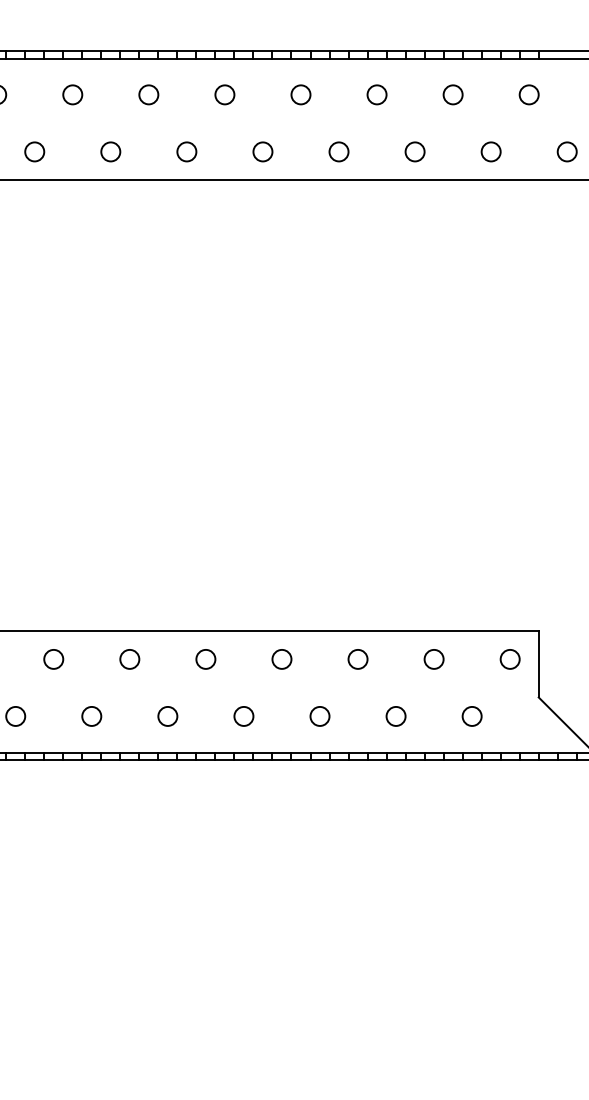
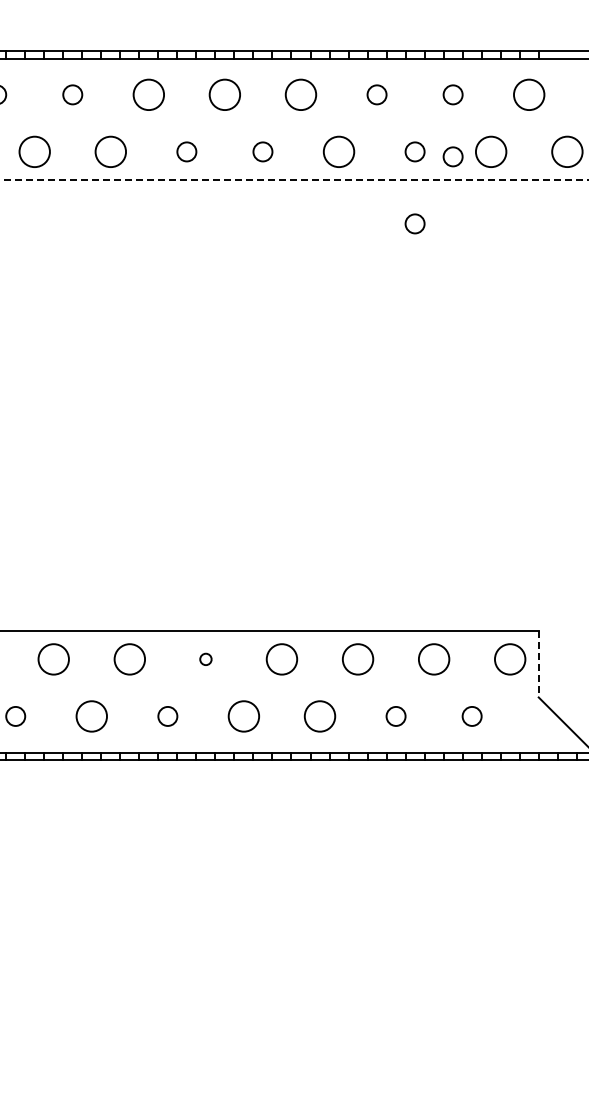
circle at (148, 94) diameter: 19 px -> 30 px
circle at (224, 94) diameter: 19 px -> 30 px
circle at (300, 94) diameter: 19 px -> 30 px
circle at (528, 94) diameter: 19 px -> 30 px
circle at (34, 151) diameter: 19 px -> 30 px
circle at (110, 151) diameter: 19 px -> 30 px
circle at (338, 151) diameter: 19 px -> 30 px
circle at (490, 151) diameter: 19 px -> 30 px
circle at (566, 151) size: 22x22 px -> 33x33 px
circle at (452, 156): none -> present
line at (293, 180): solid -> dashed
circle at (414, 223): none -> present
circle at (53, 658) diameter: 19 px -> 30 px
circle at (129, 658) diameter: 19 px -> 30 px
circle at (281, 658) diameter: 19 px -> 30 px
circle at (357, 658) diameter: 19 px -> 30 px
circle at (433, 658) diameter: 19 px -> 30 px
circle at (509, 658) diameter: 19 px -> 30 px
circle at (205, 659) size: 22x21 px -> 14x14 px
line at (538, 664): solid -> dashed
circle at (91, 715) diameter: 19 px -> 30 px
circle at (243, 715) diameter: 19 px -> 30 px
circle at (319, 715) diameter: 19 px -> 30 px
